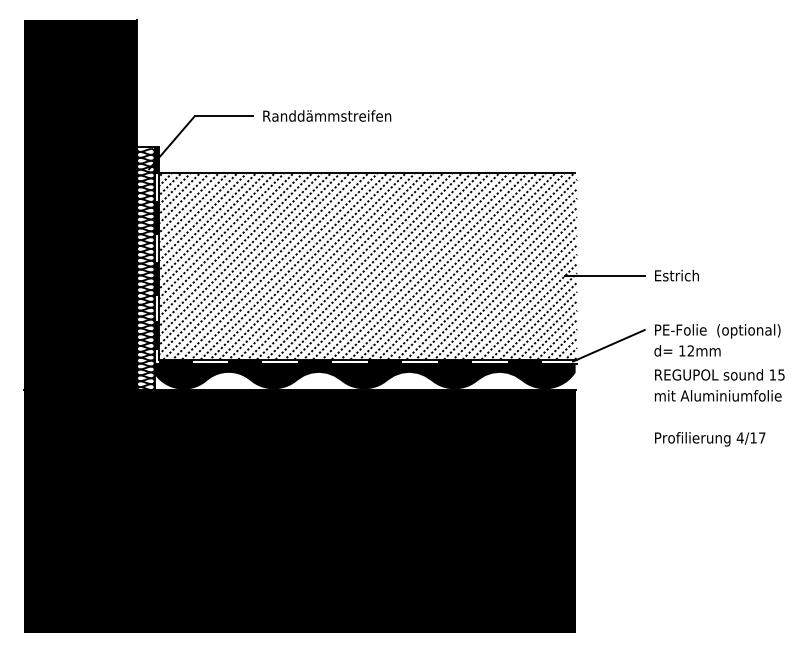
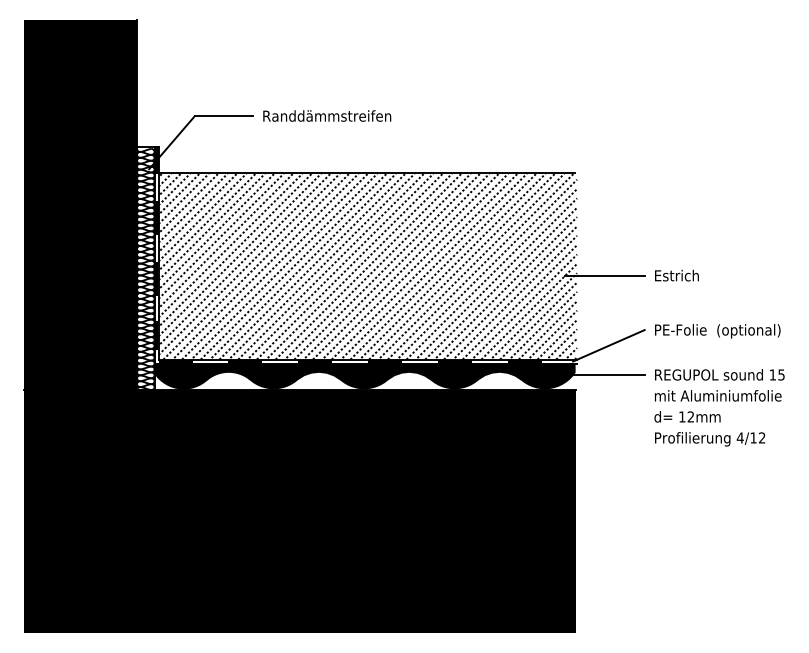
text at (687, 350) position: (687, 350) -> (687, 416)
line at (605, 374): none -> present
text at (762, 437): 4/17 -> 4/12
